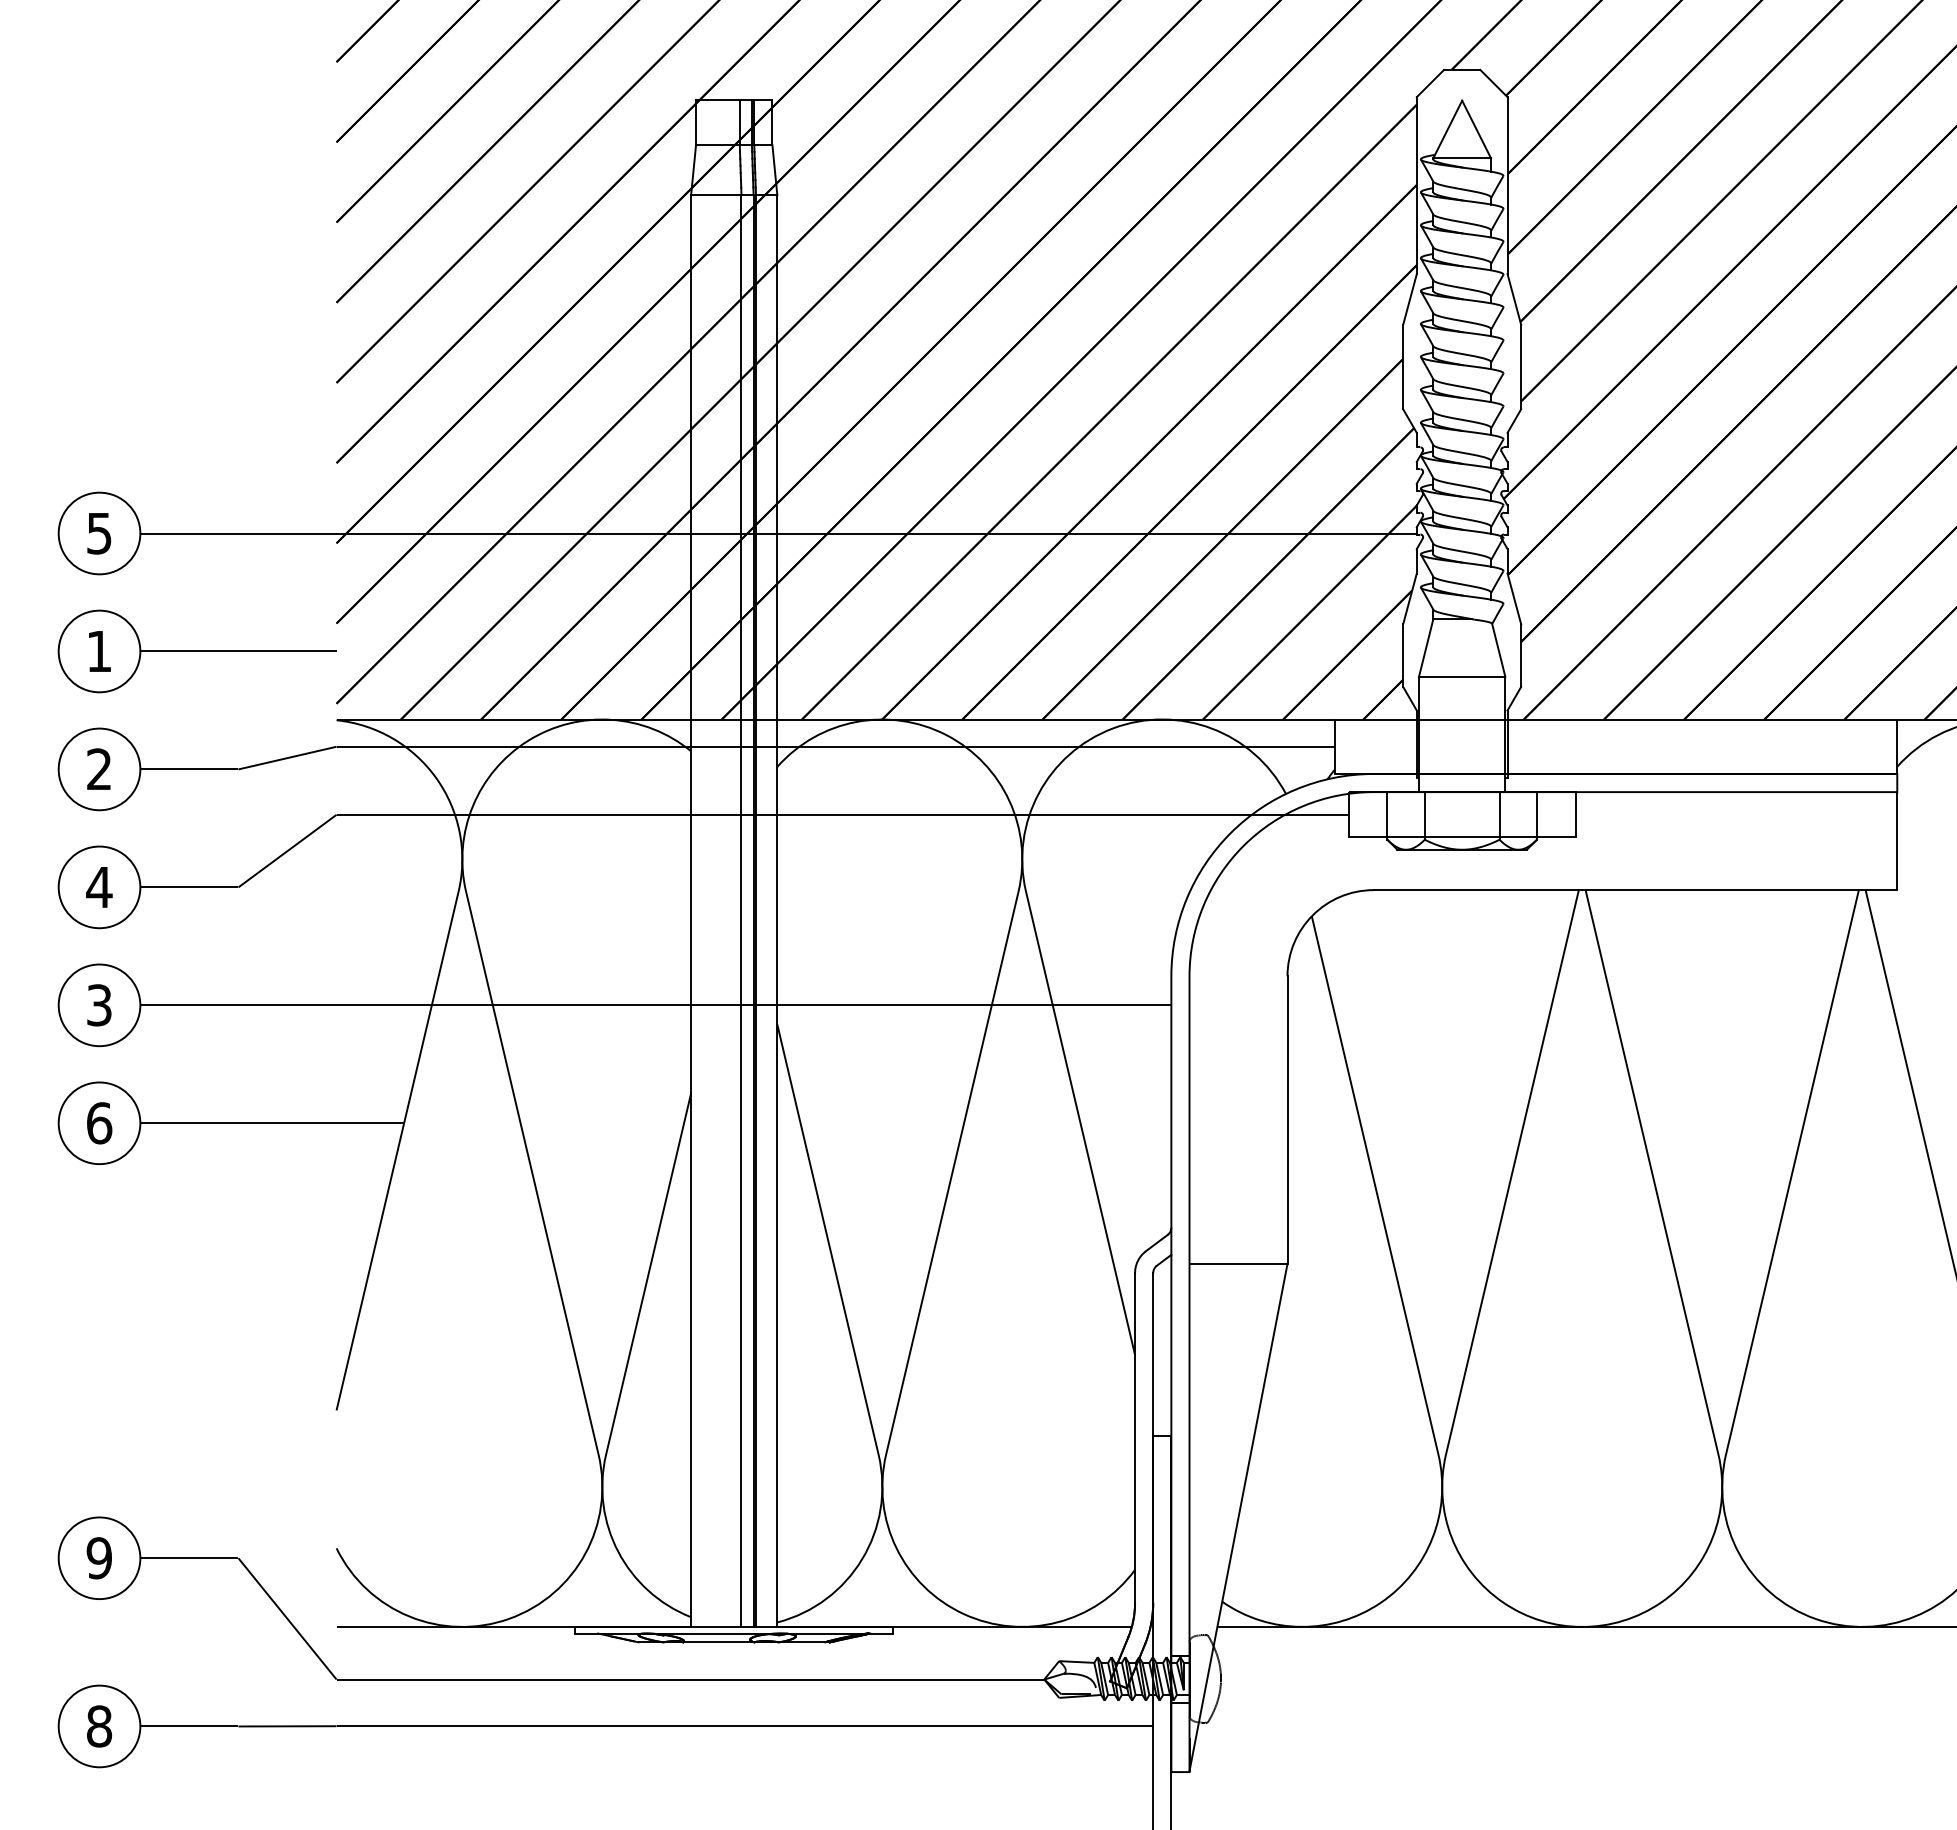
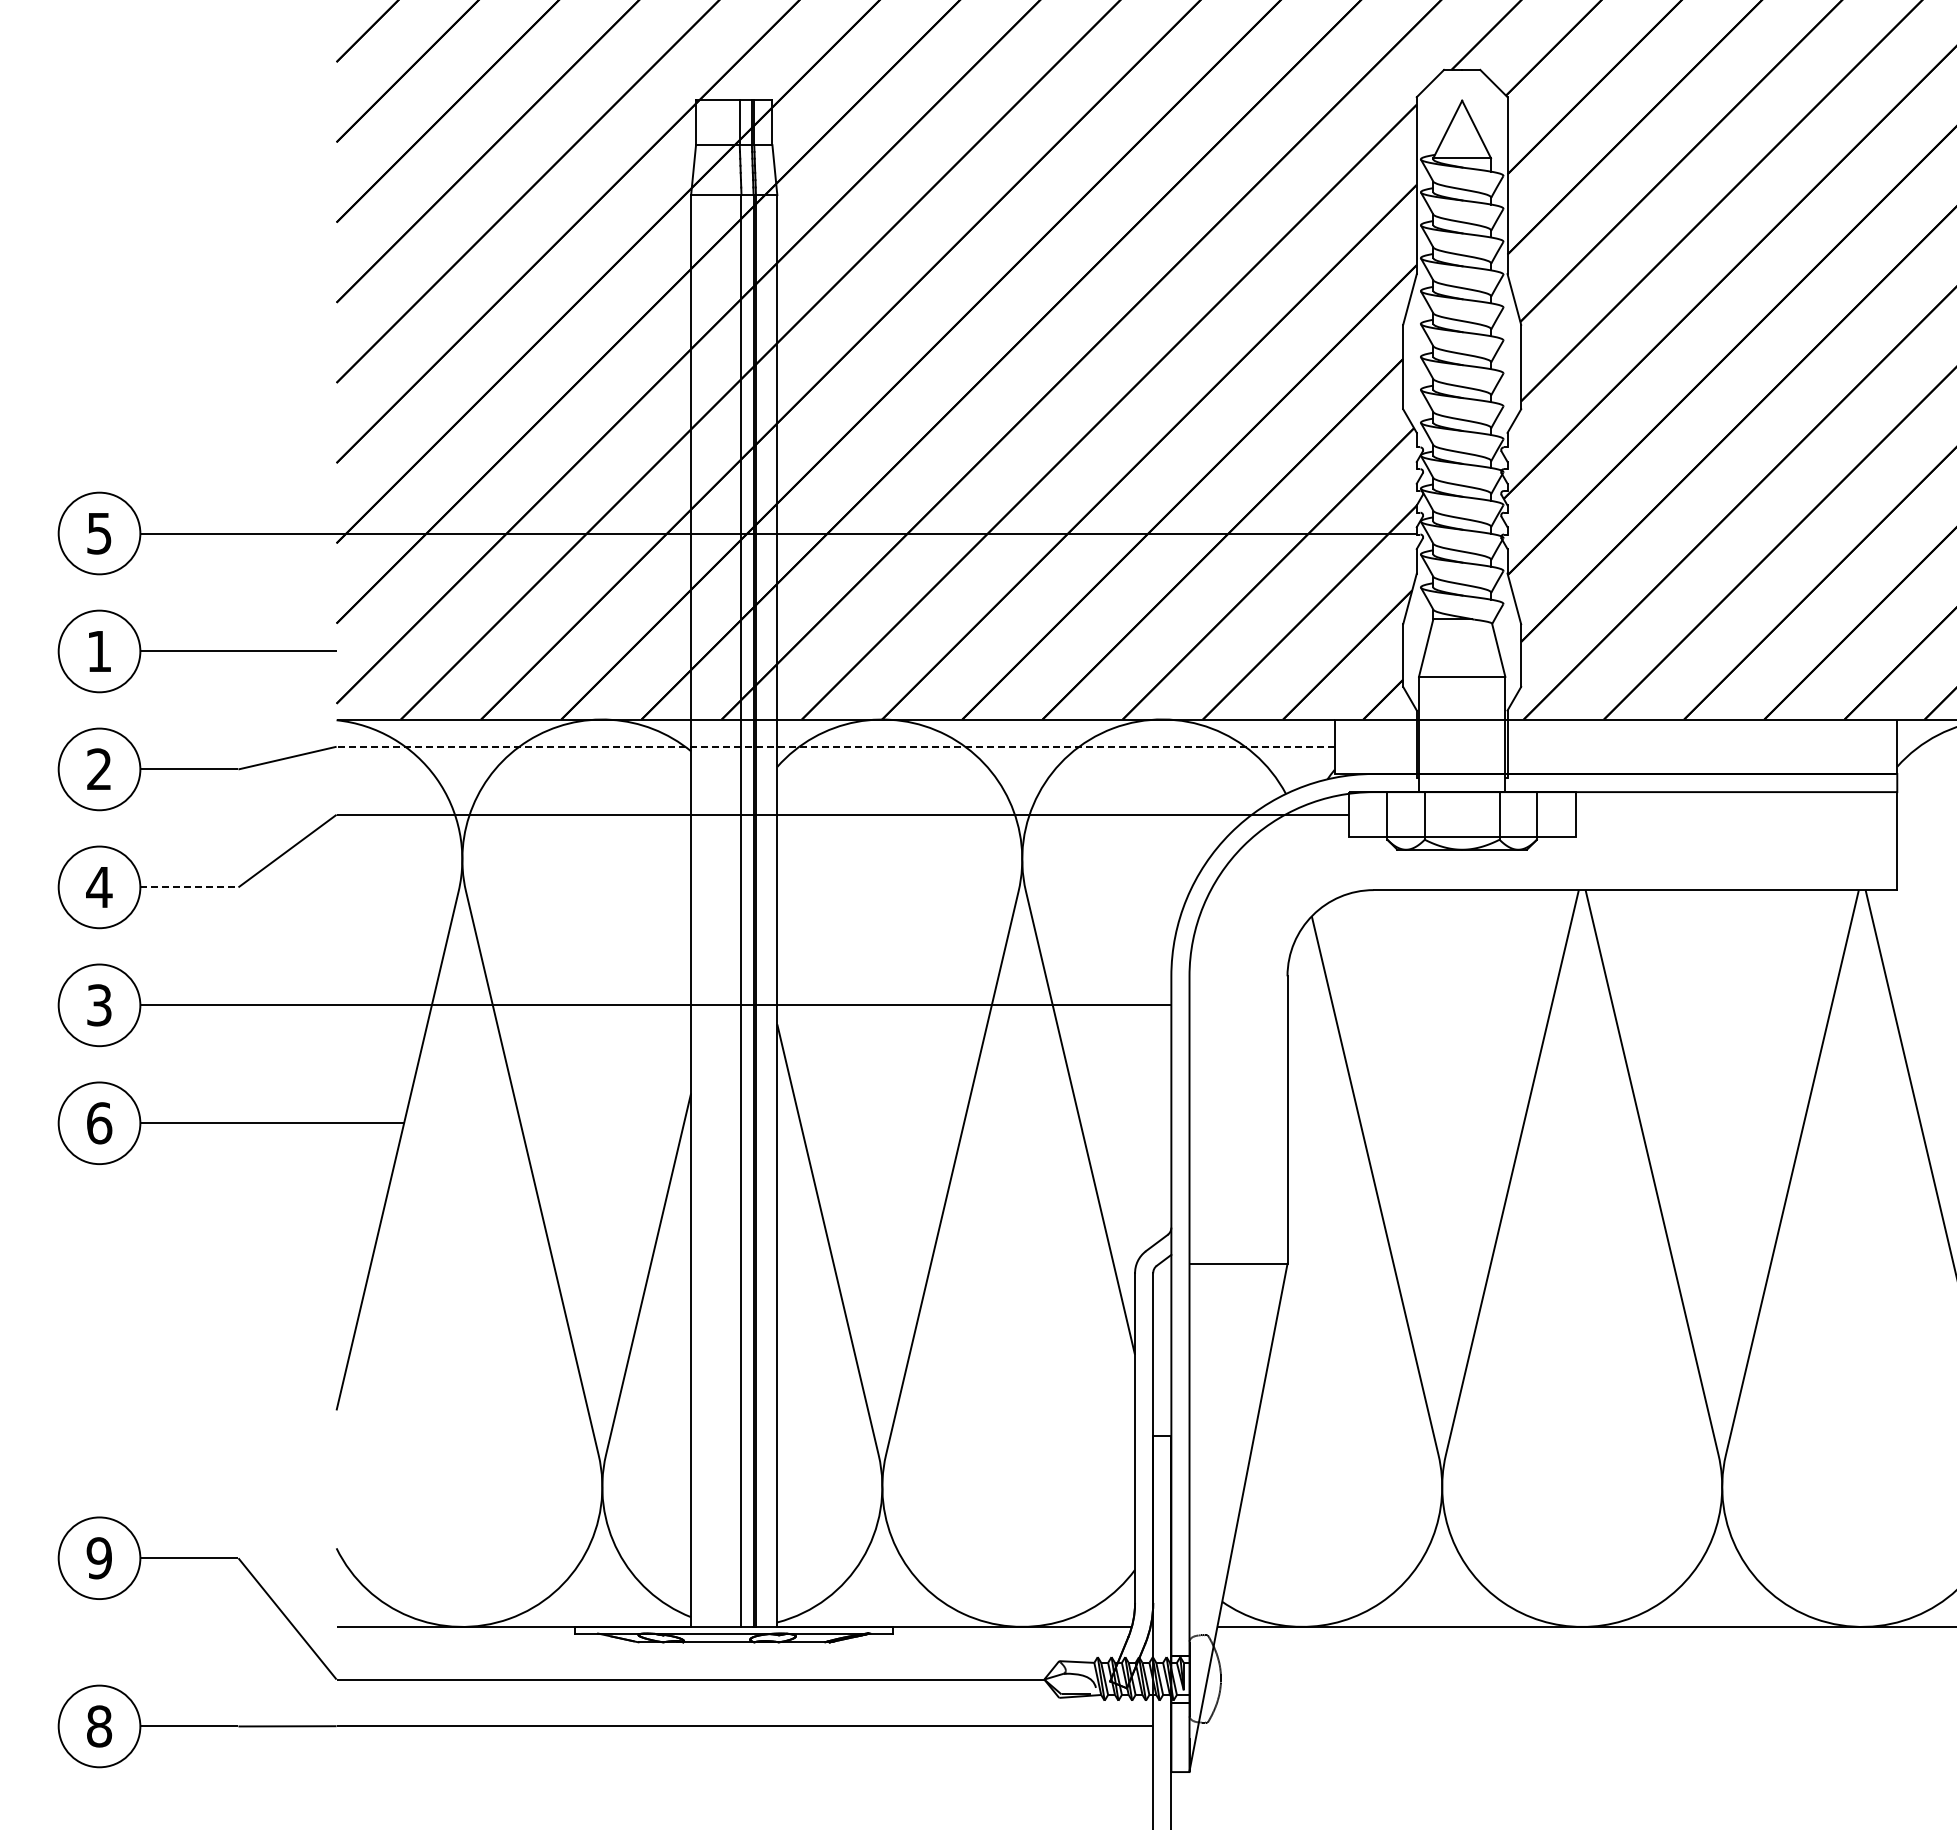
line at (835, 746): solid -> dashed
line at (189, 887): solid -> dashed
